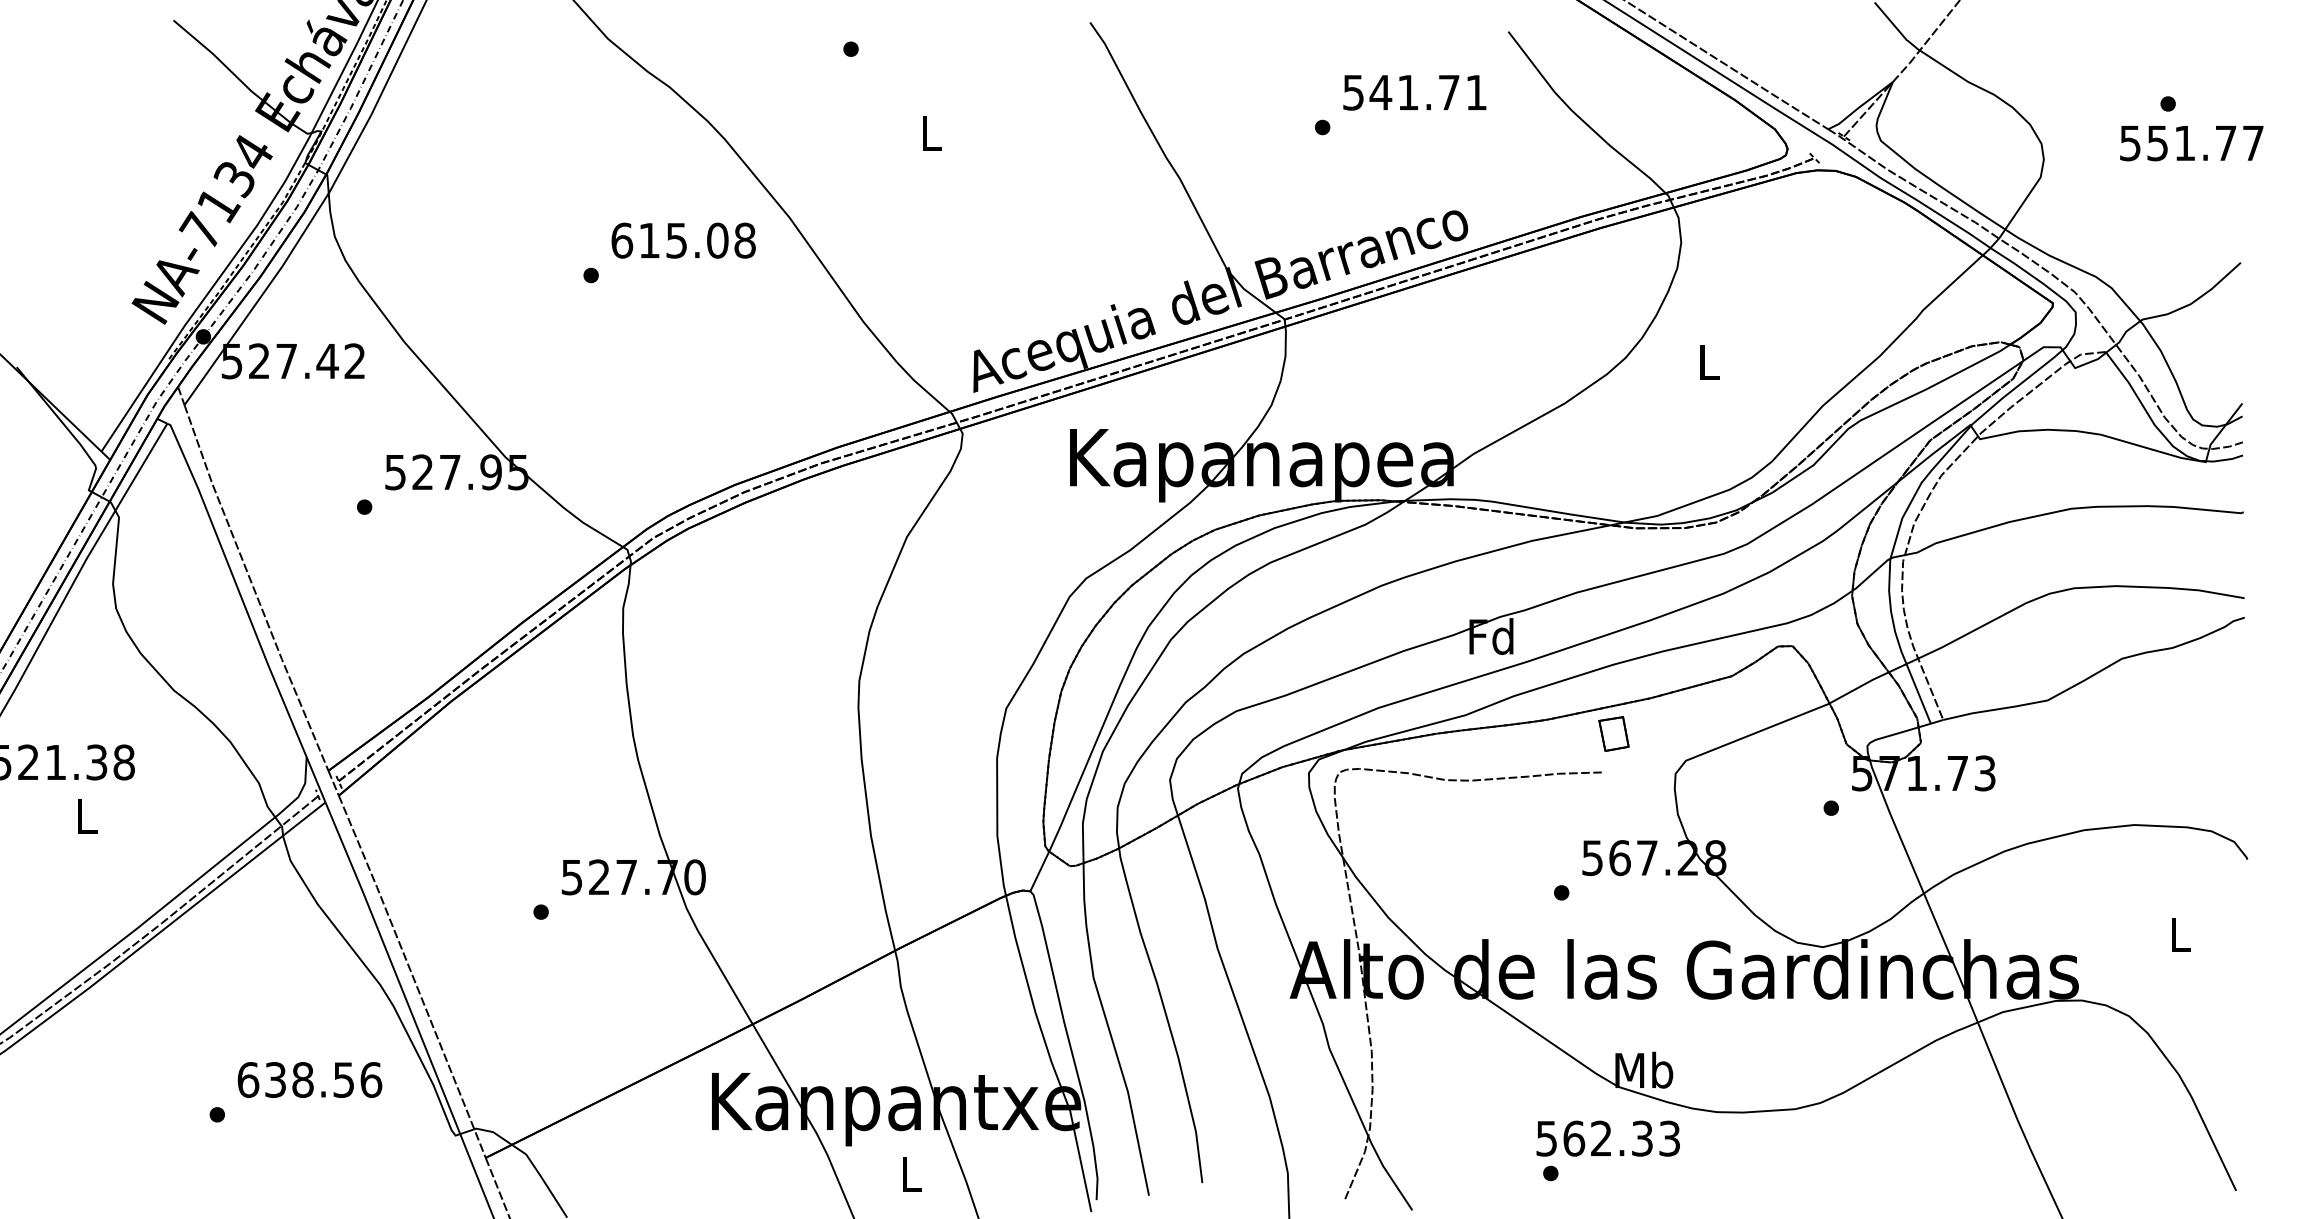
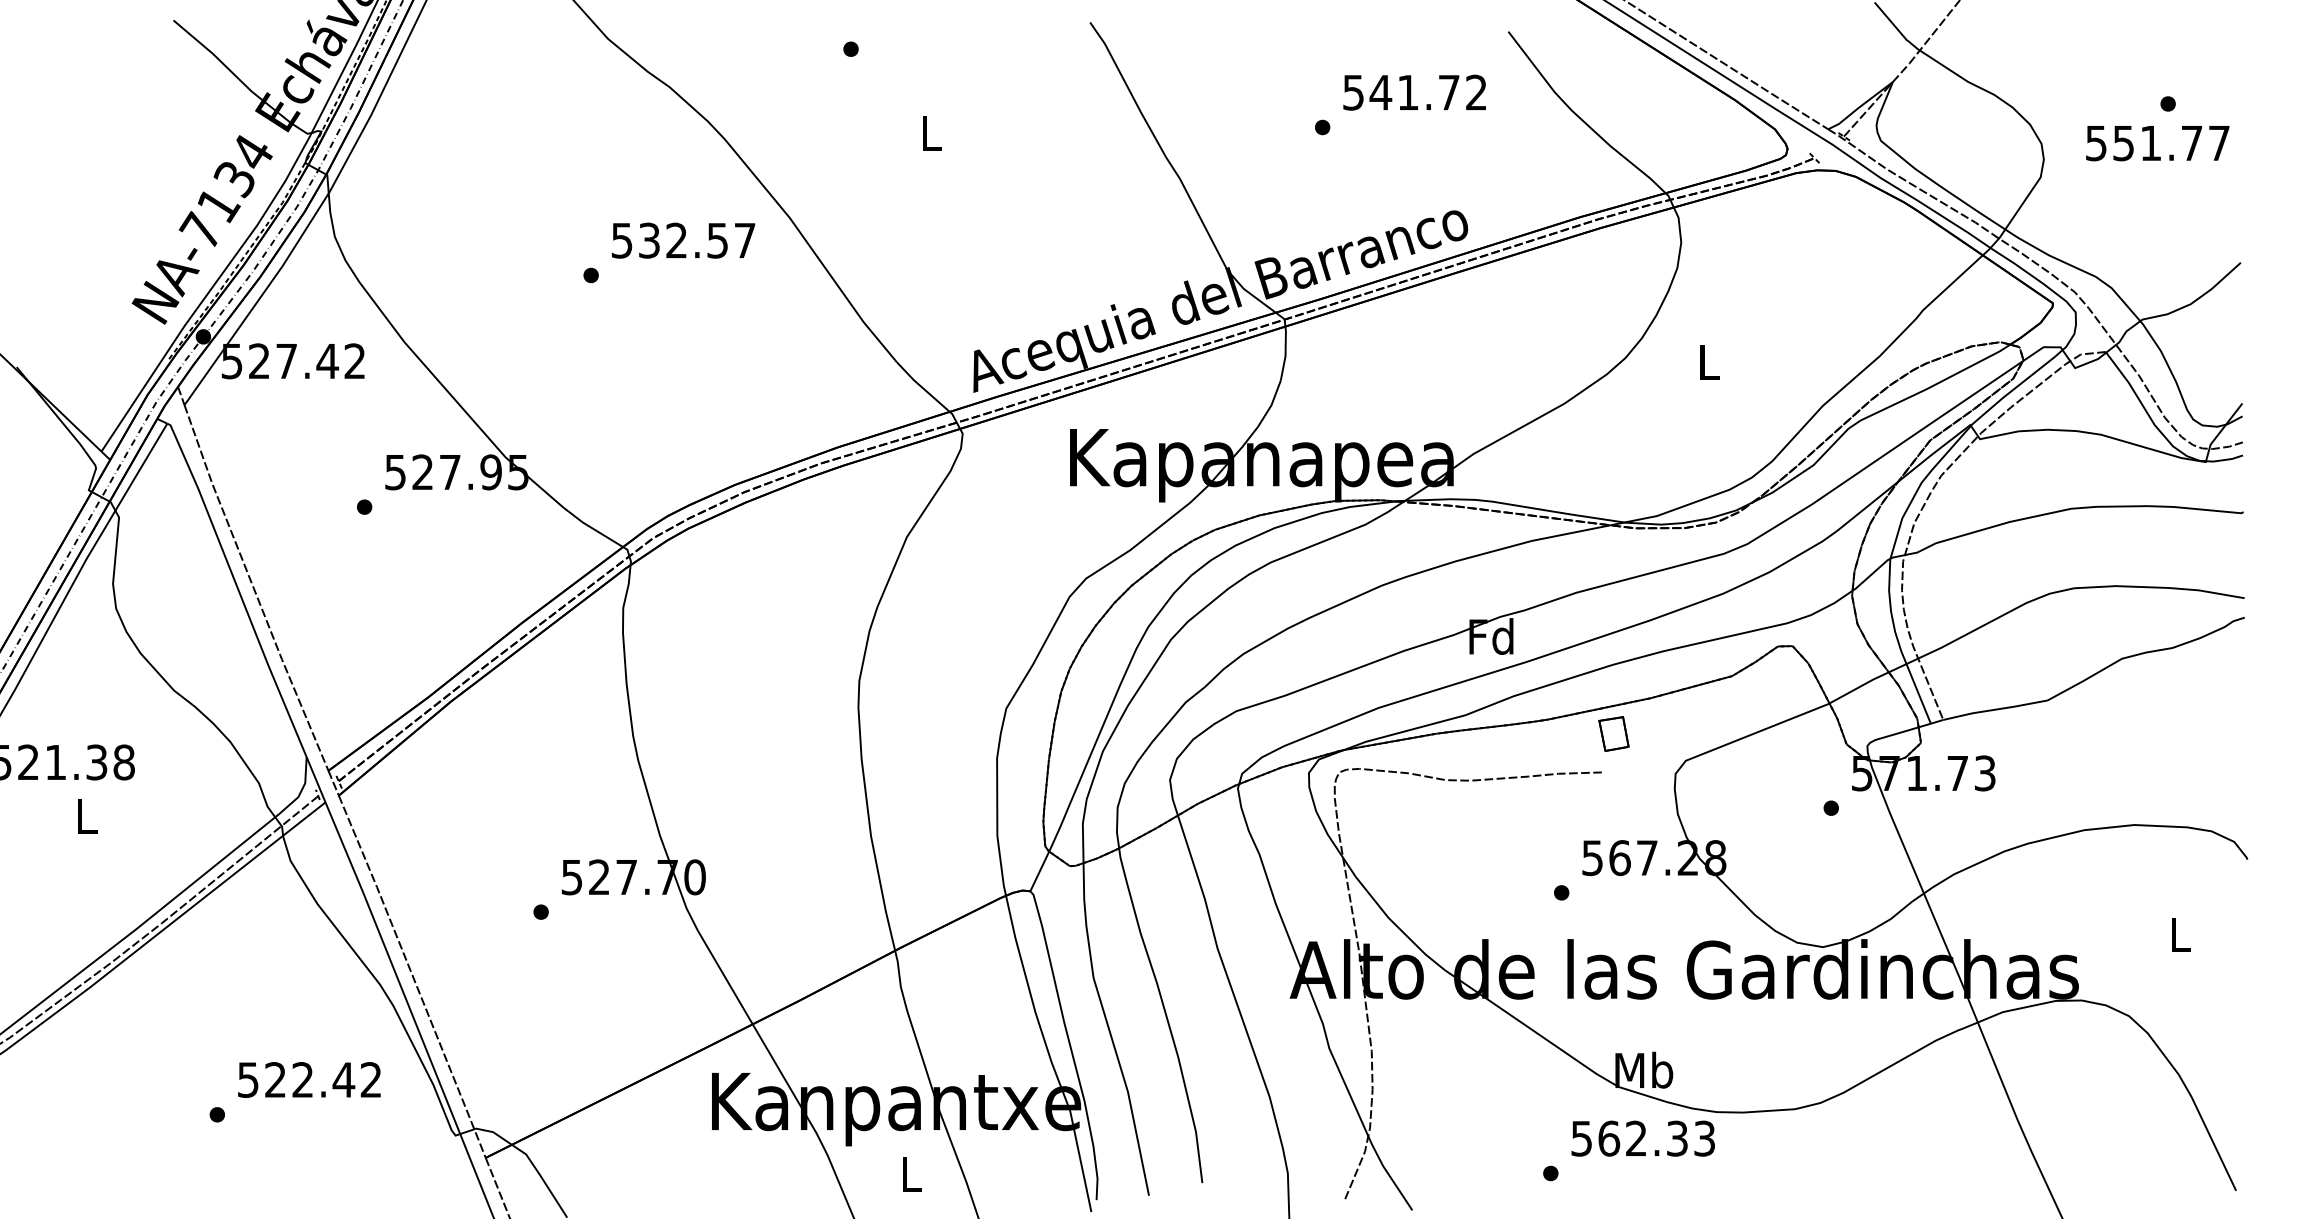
text at (1476, 92): 541.71 -> 541.72
text at (2191, 143) position: (2191, 143) -> (2157, 143)
text at (683, 240): 615.08 -> 532.57
text at (309, 1079): 638.56 -> 522.42
text at (1607, 1138) position: (1607, 1138) -> (1642, 1138)
